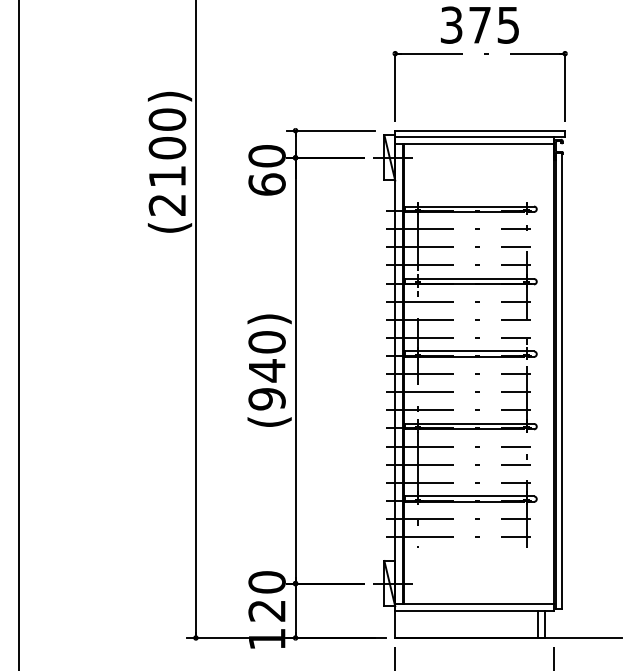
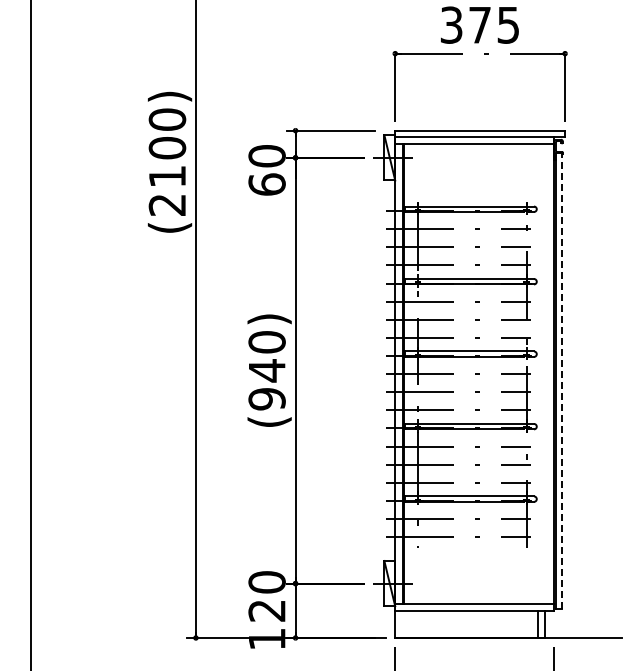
line at (19, 334) position: (19, 334) -> (31, 334)
line at (562, 380): solid -> dashed
